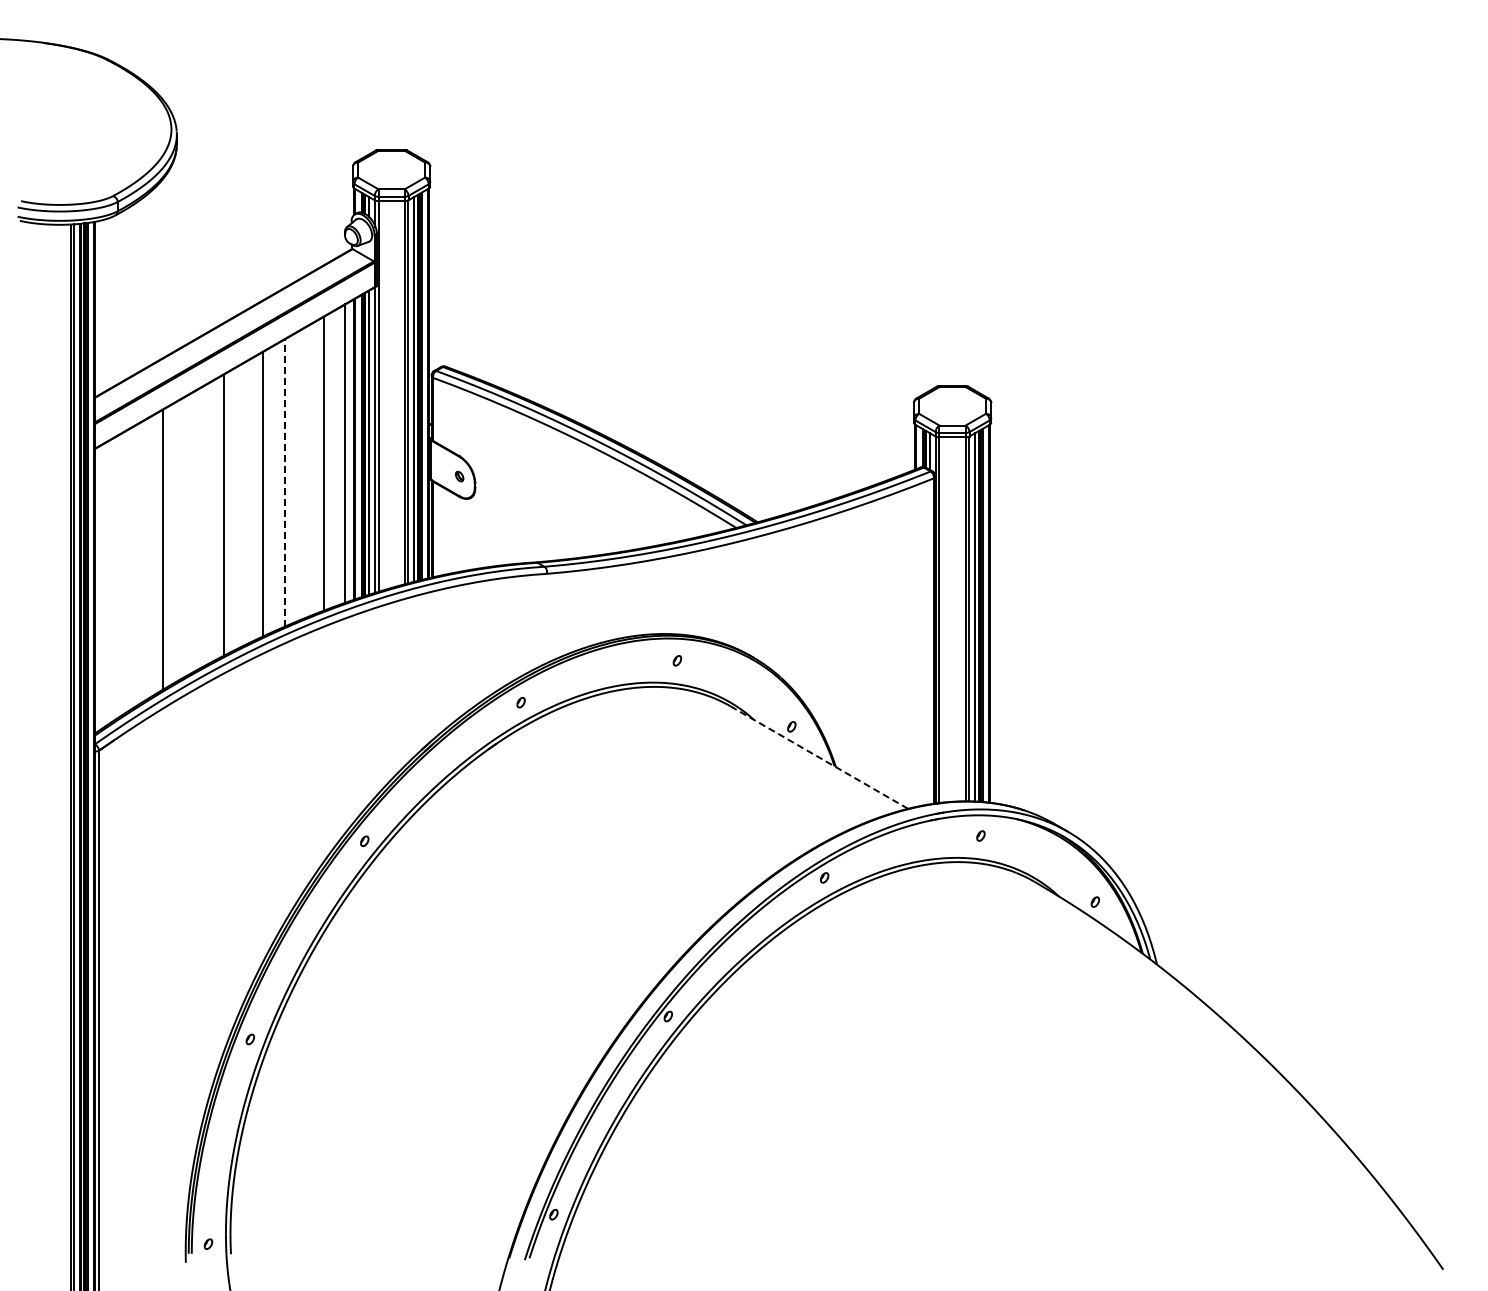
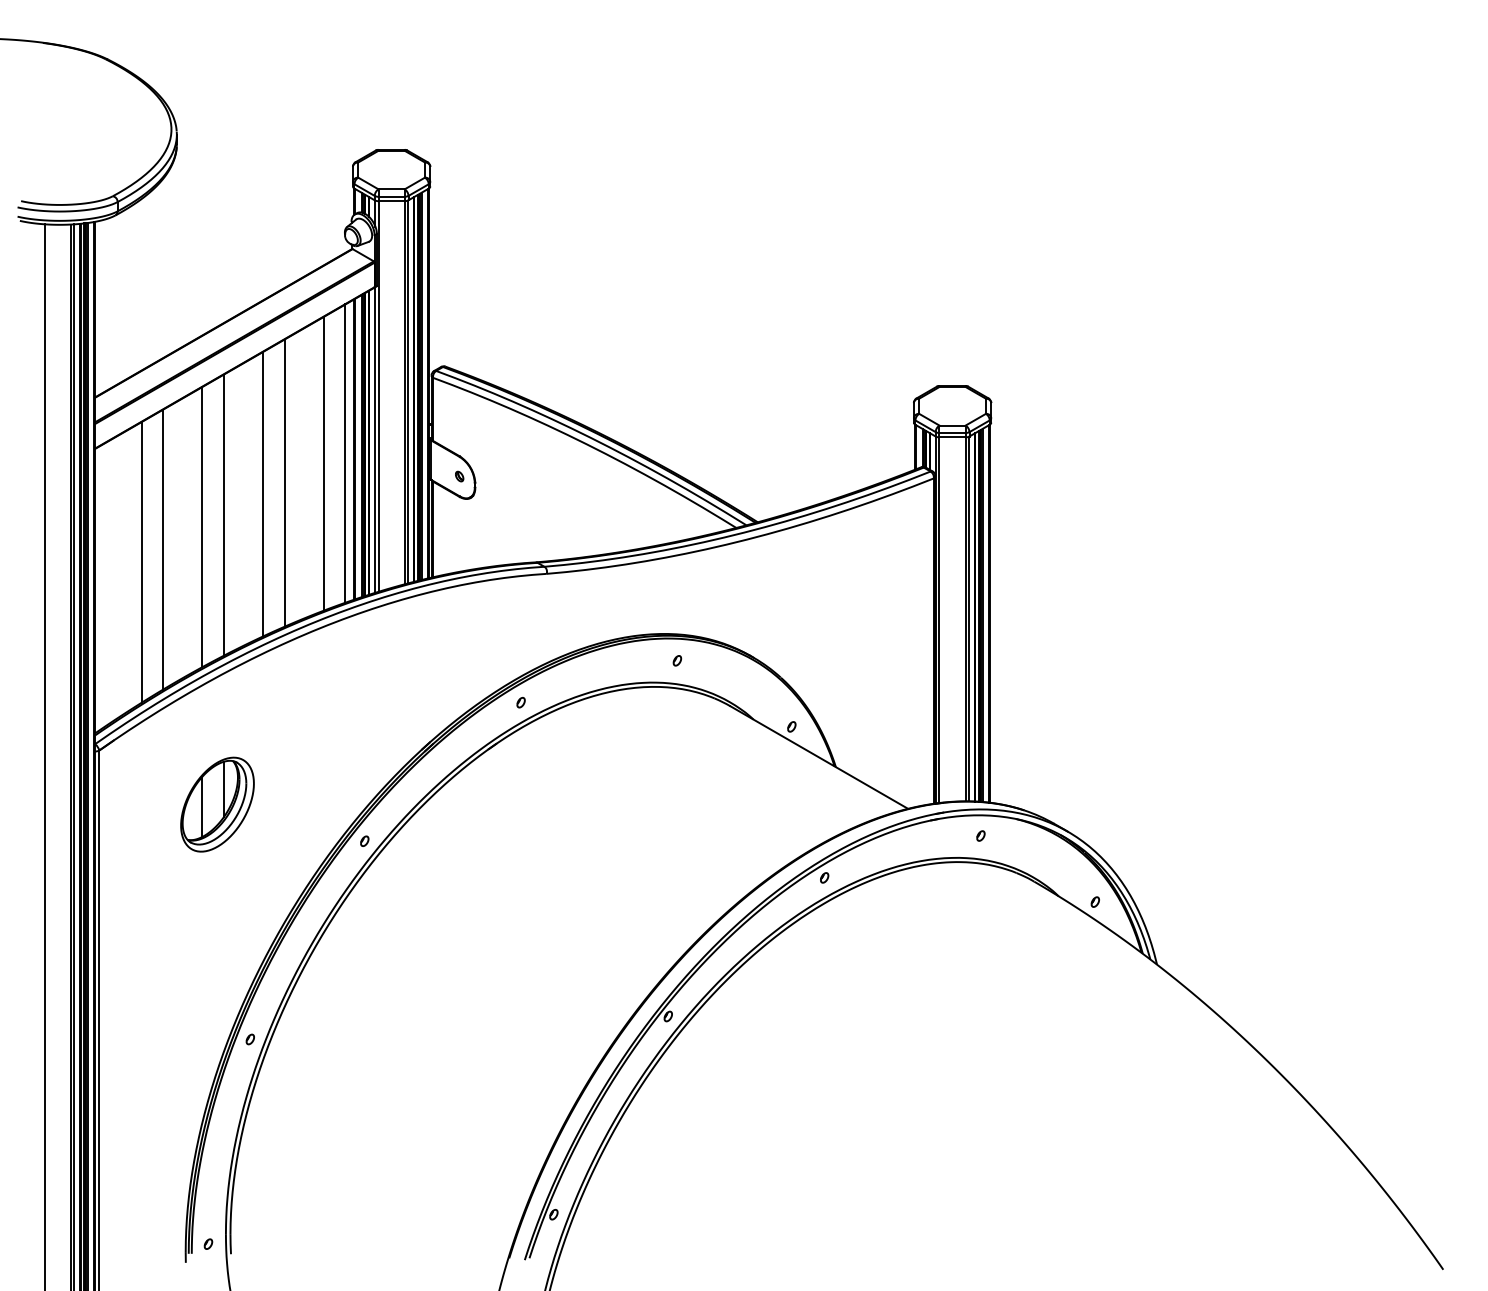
line at (284, 483): dashed -> solid
line at (202, 526): none -> present
line at (141, 562): none -> present
line at (44, 755): none -> present
line at (819, 757): dashed -> solid
part at (217, 804): none -> present
